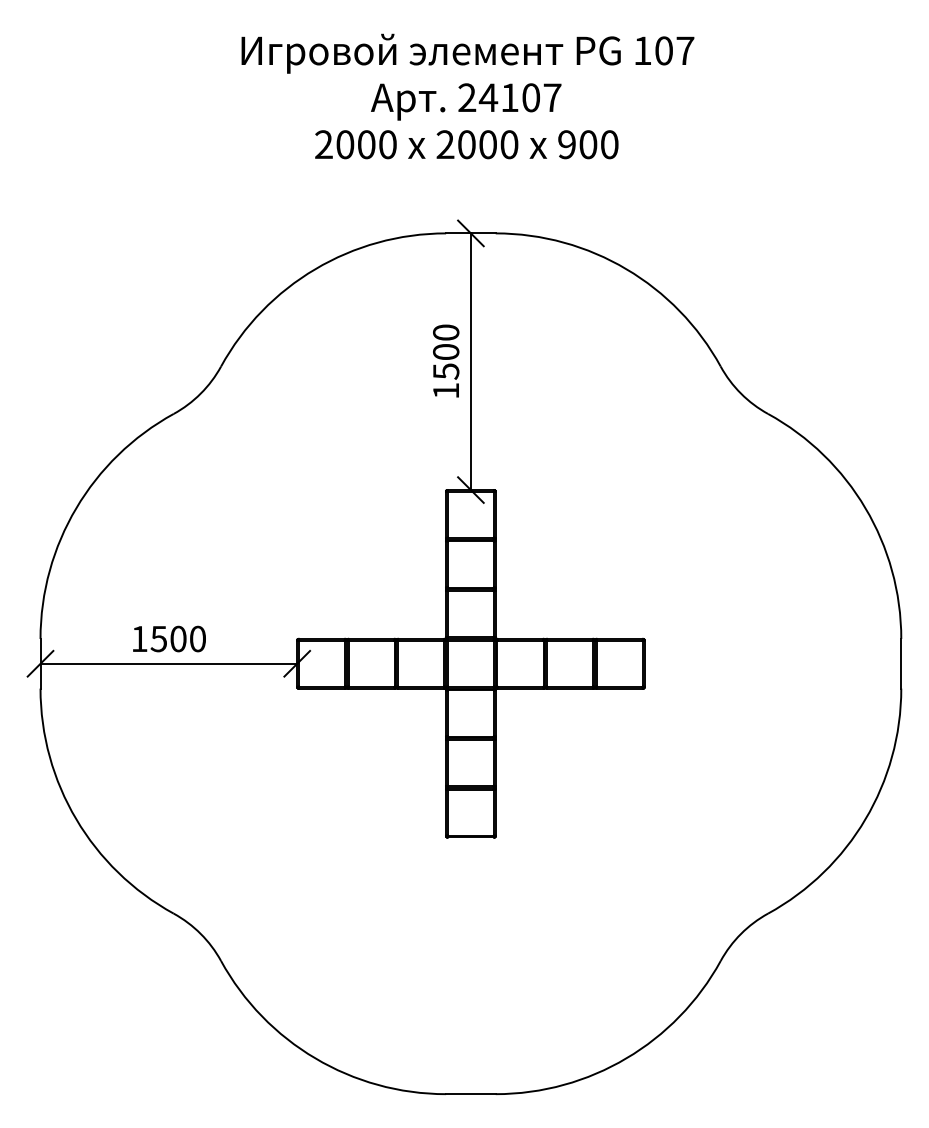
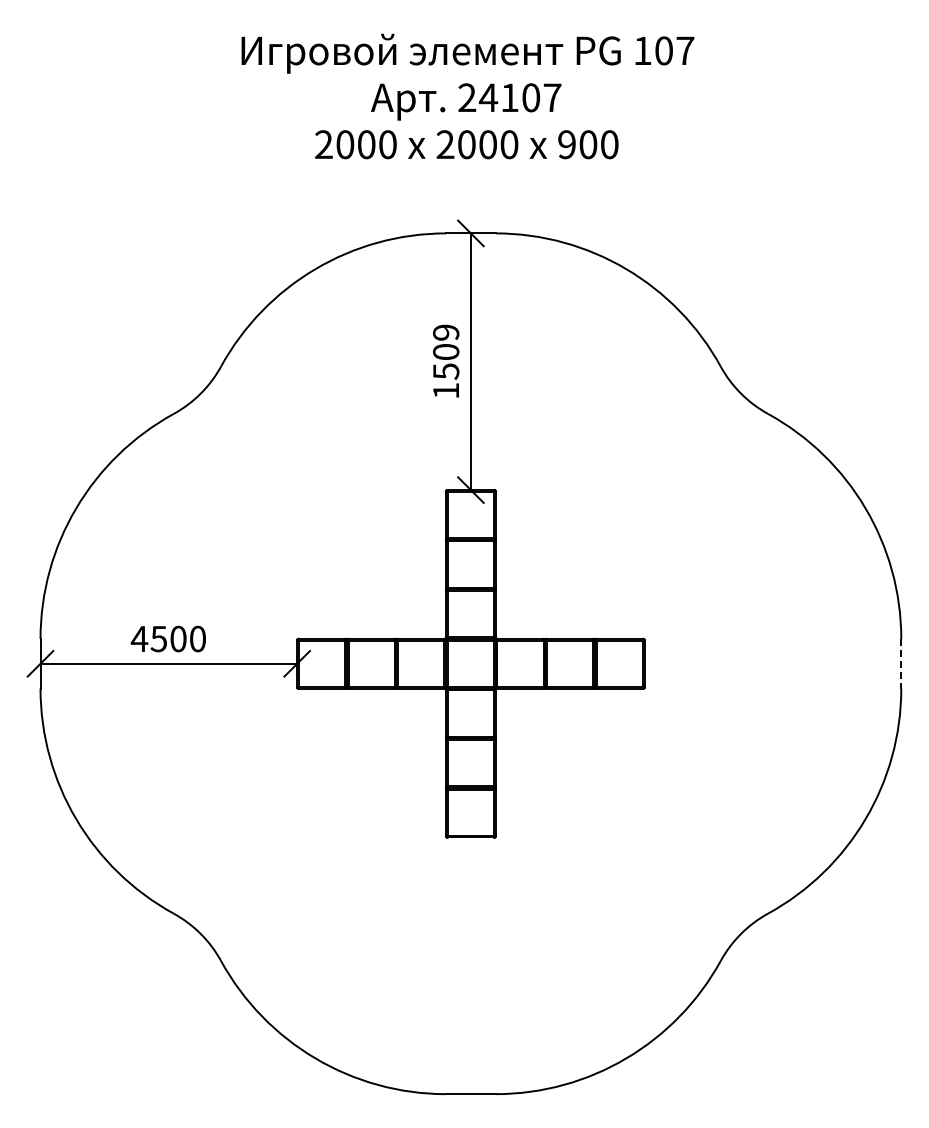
text at (446, 332): 1500 -> 1509
text at (139, 638): 1500 -> 4500
line at (901, 663): solid -> dashed
